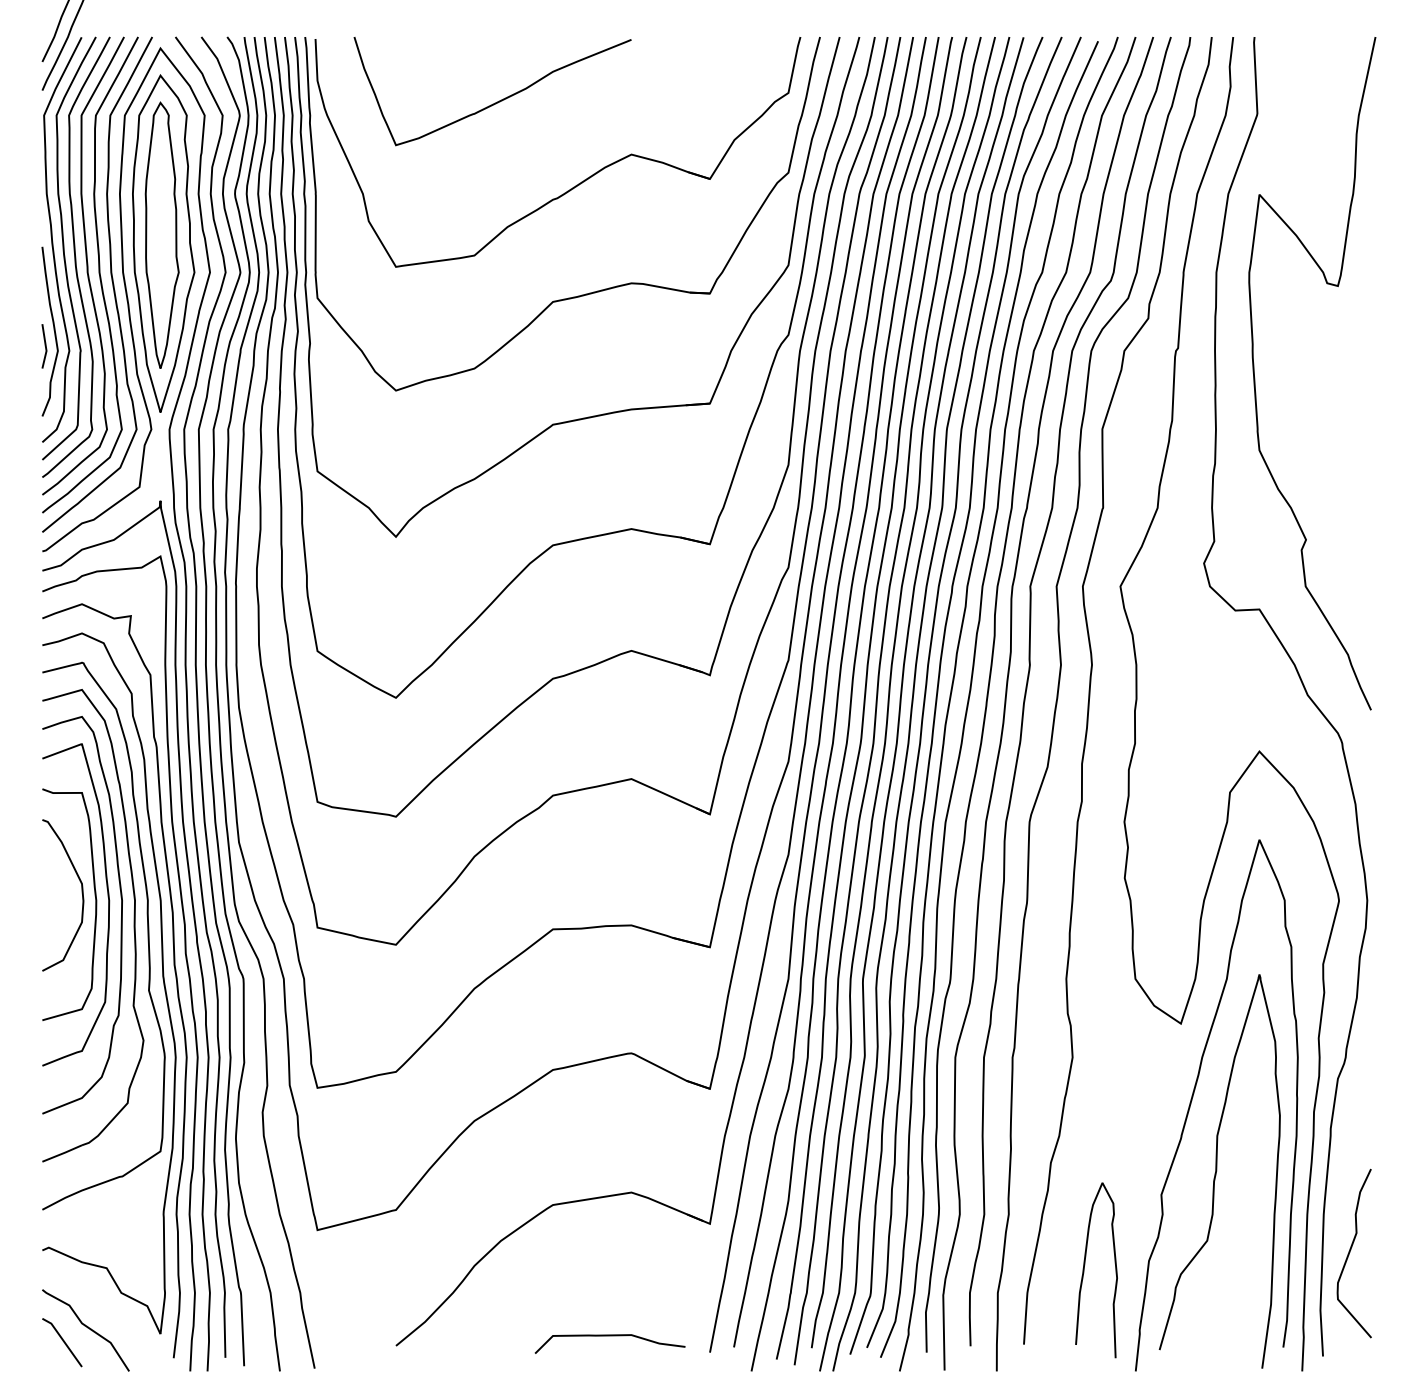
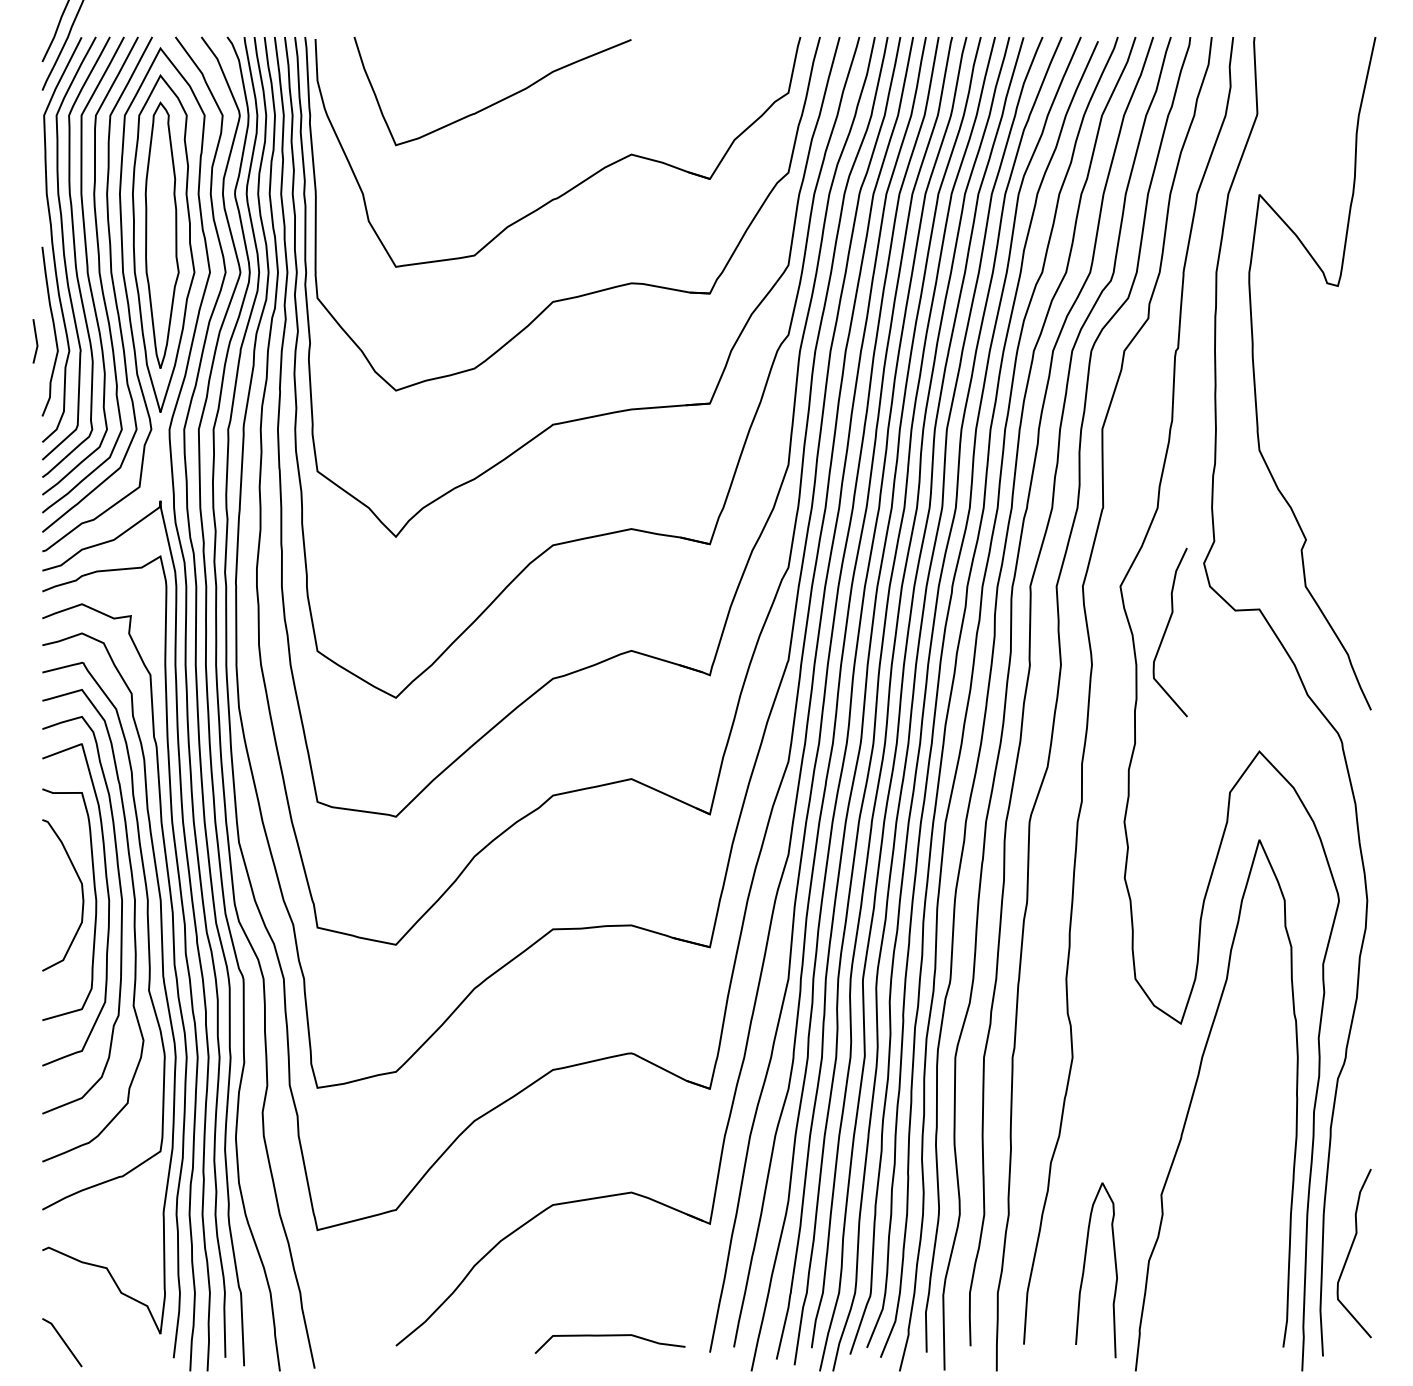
line at (44, 345) position: (44, 345) -> (35, 340)
curve at (1166, 631): none -> present
curve at (1217, 1171): present -> none
curve at (87, 1328): present -> none
